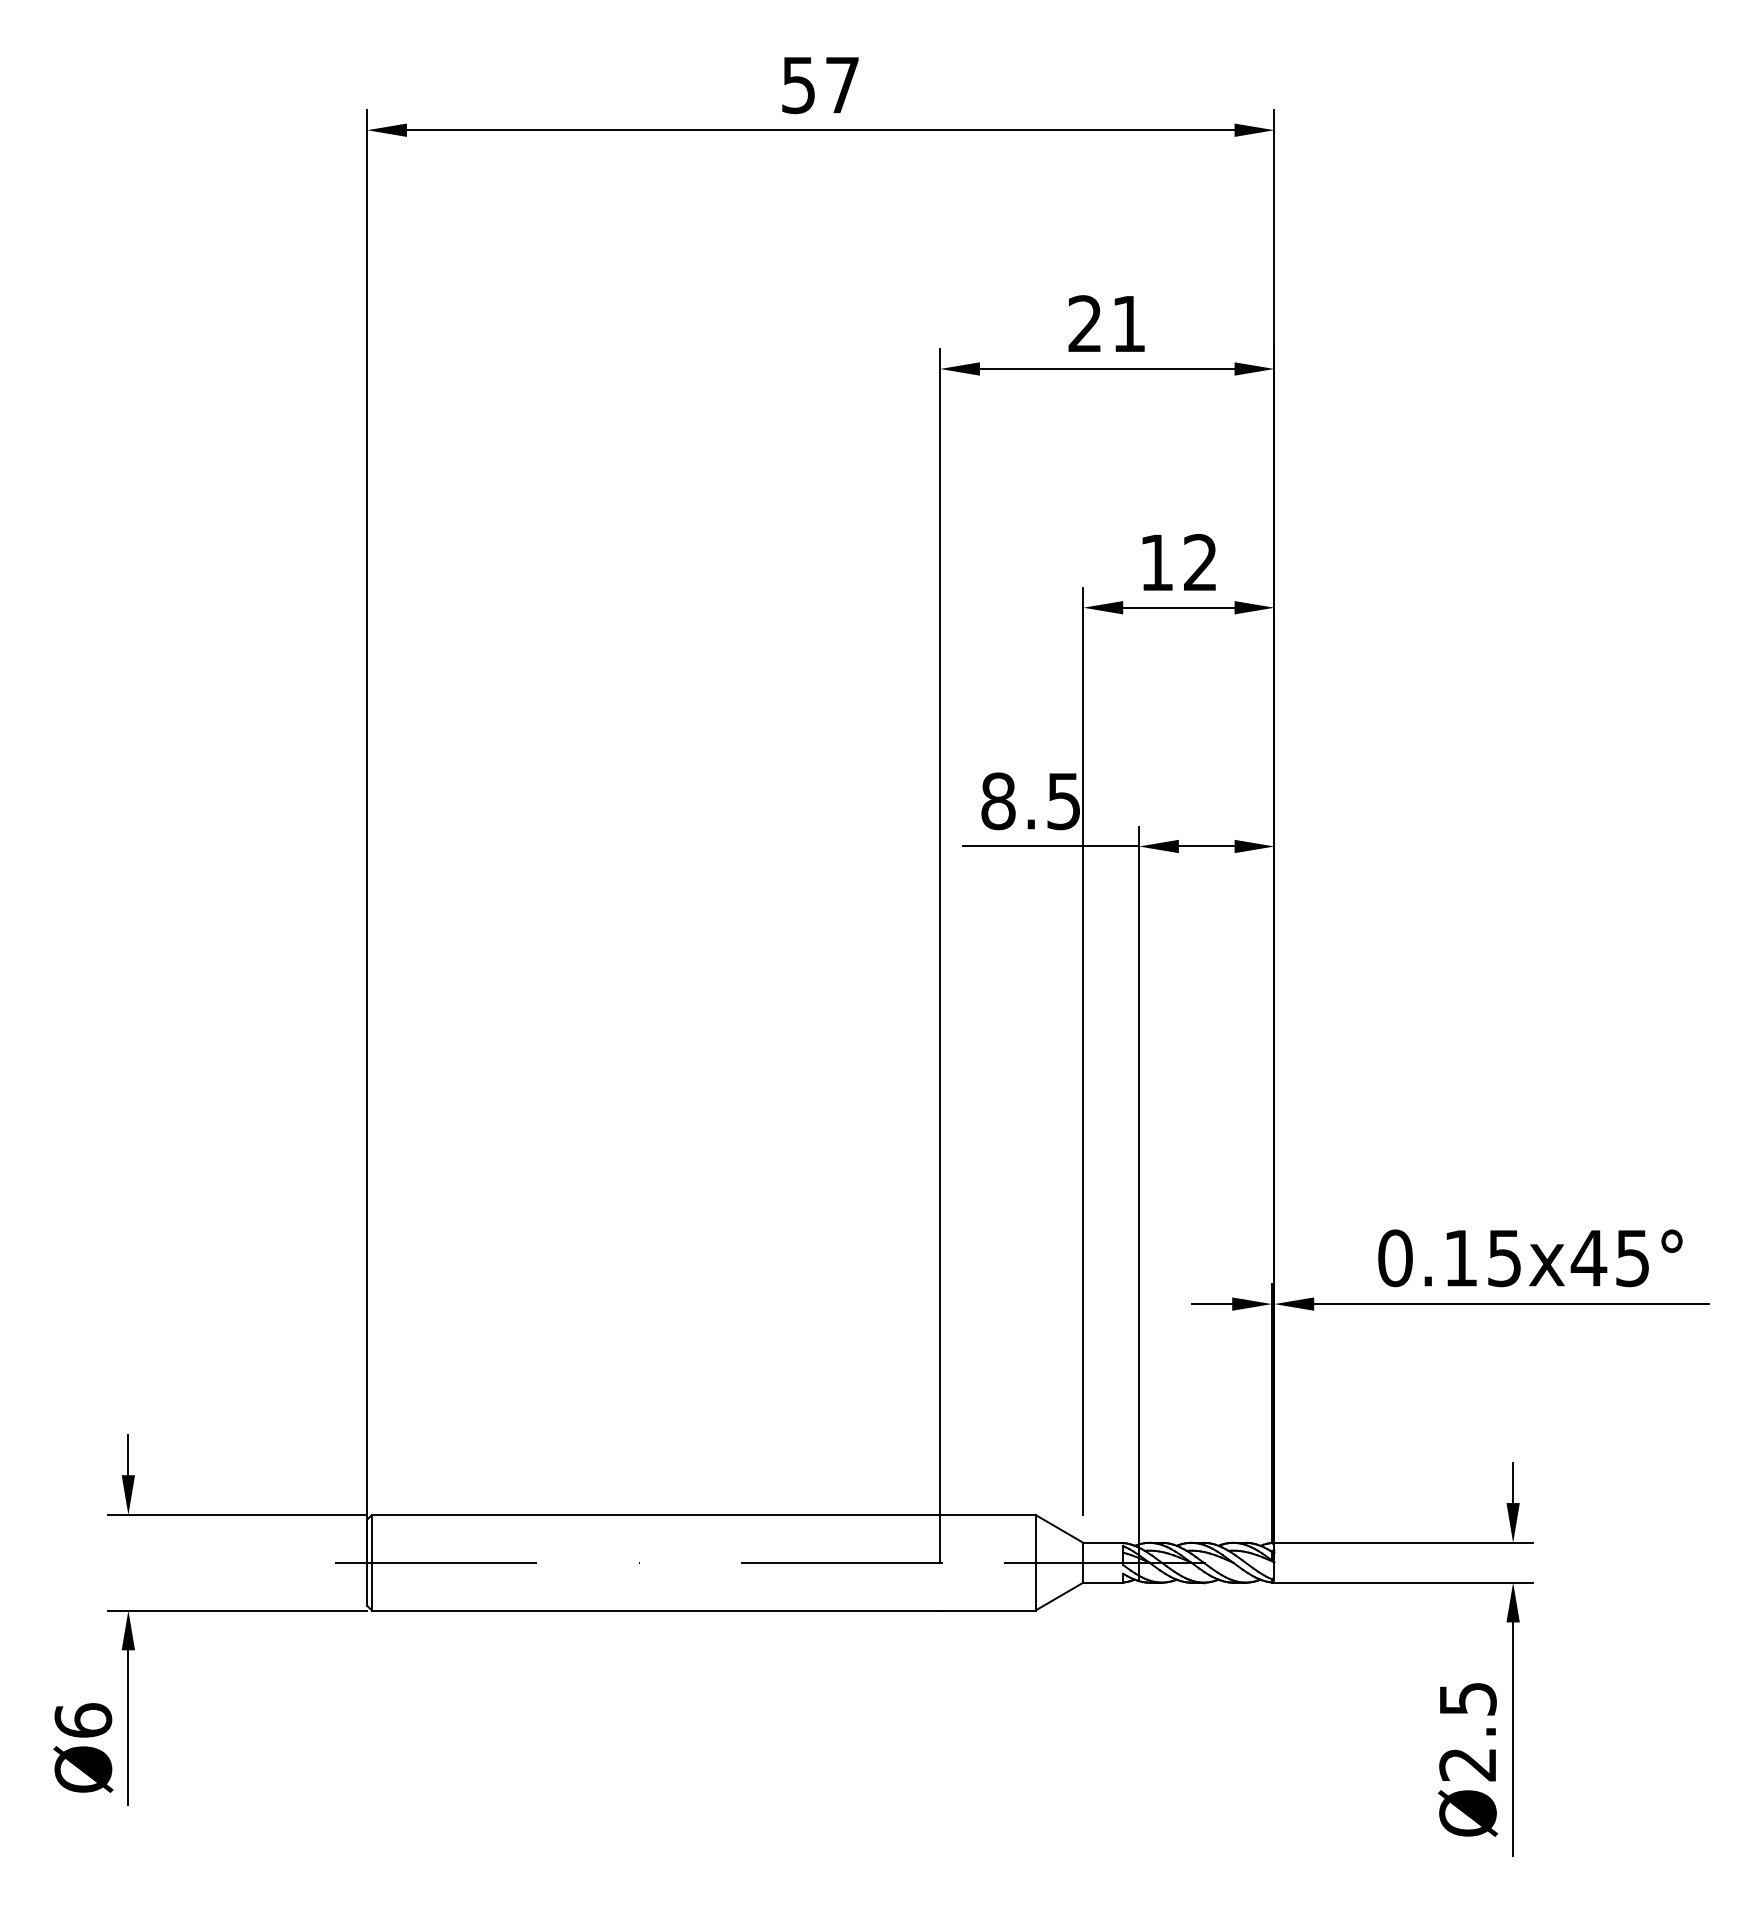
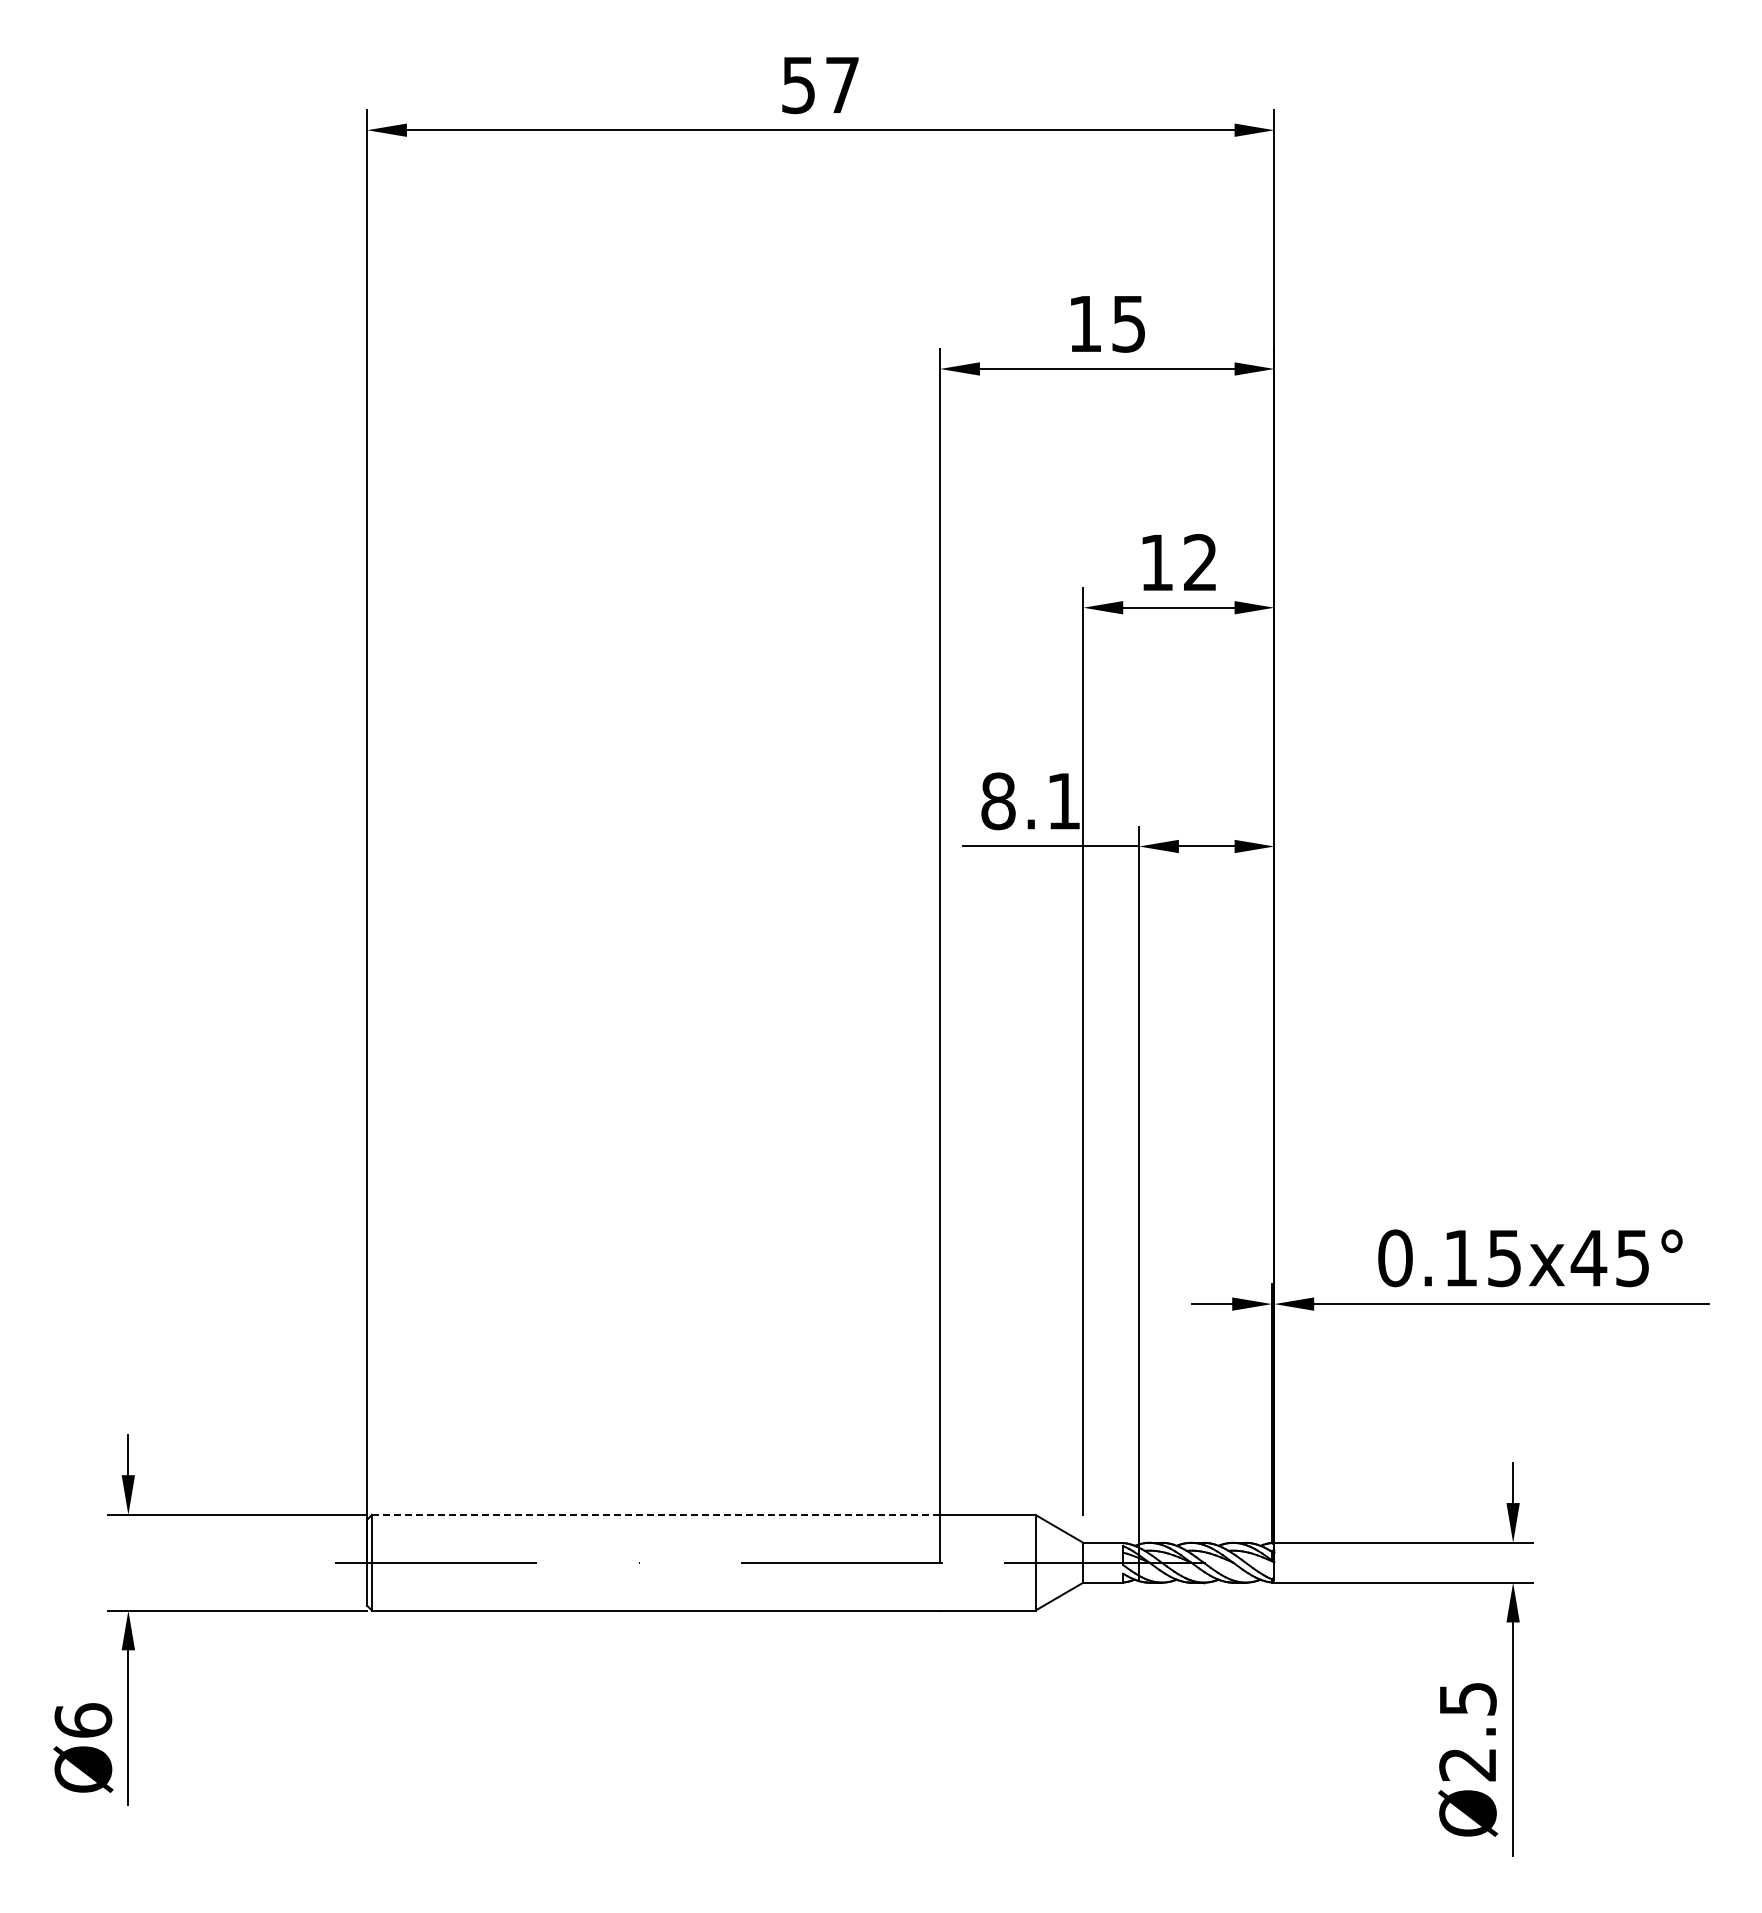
text at (1106, 323): 21 -> 15
text at (1063, 801): 8.5 -> 8.1
line at (655, 1515): solid -> dashed
